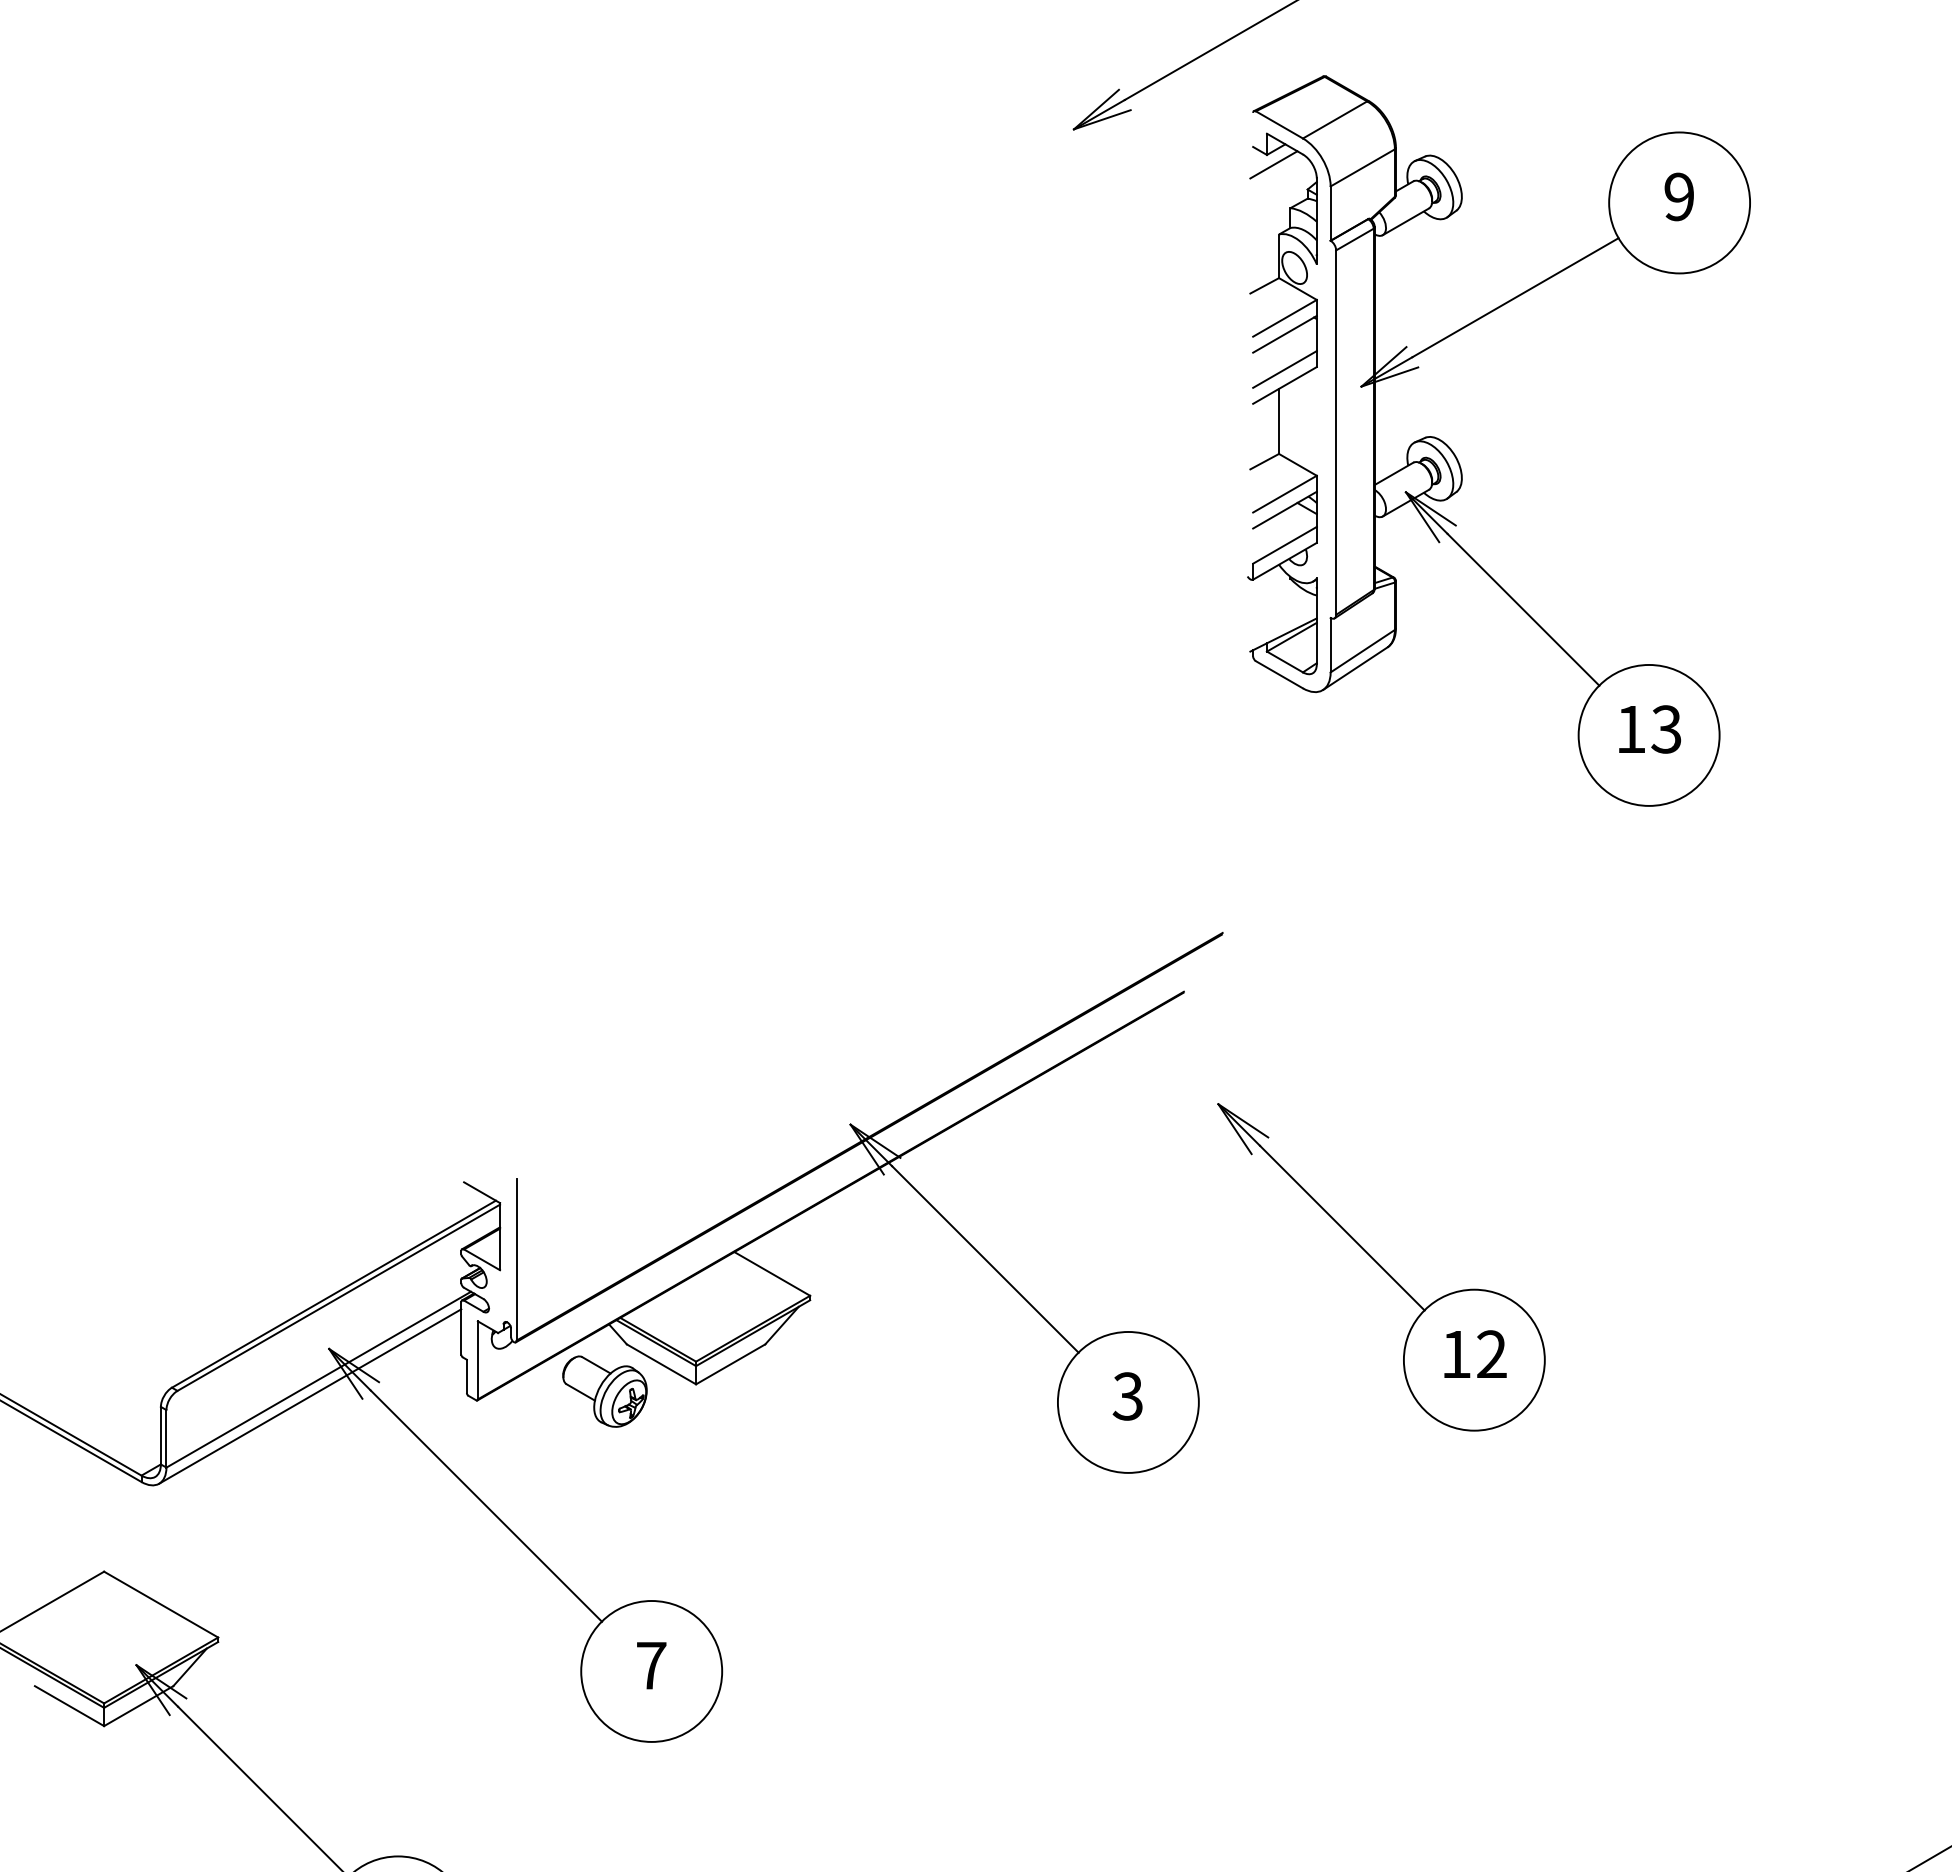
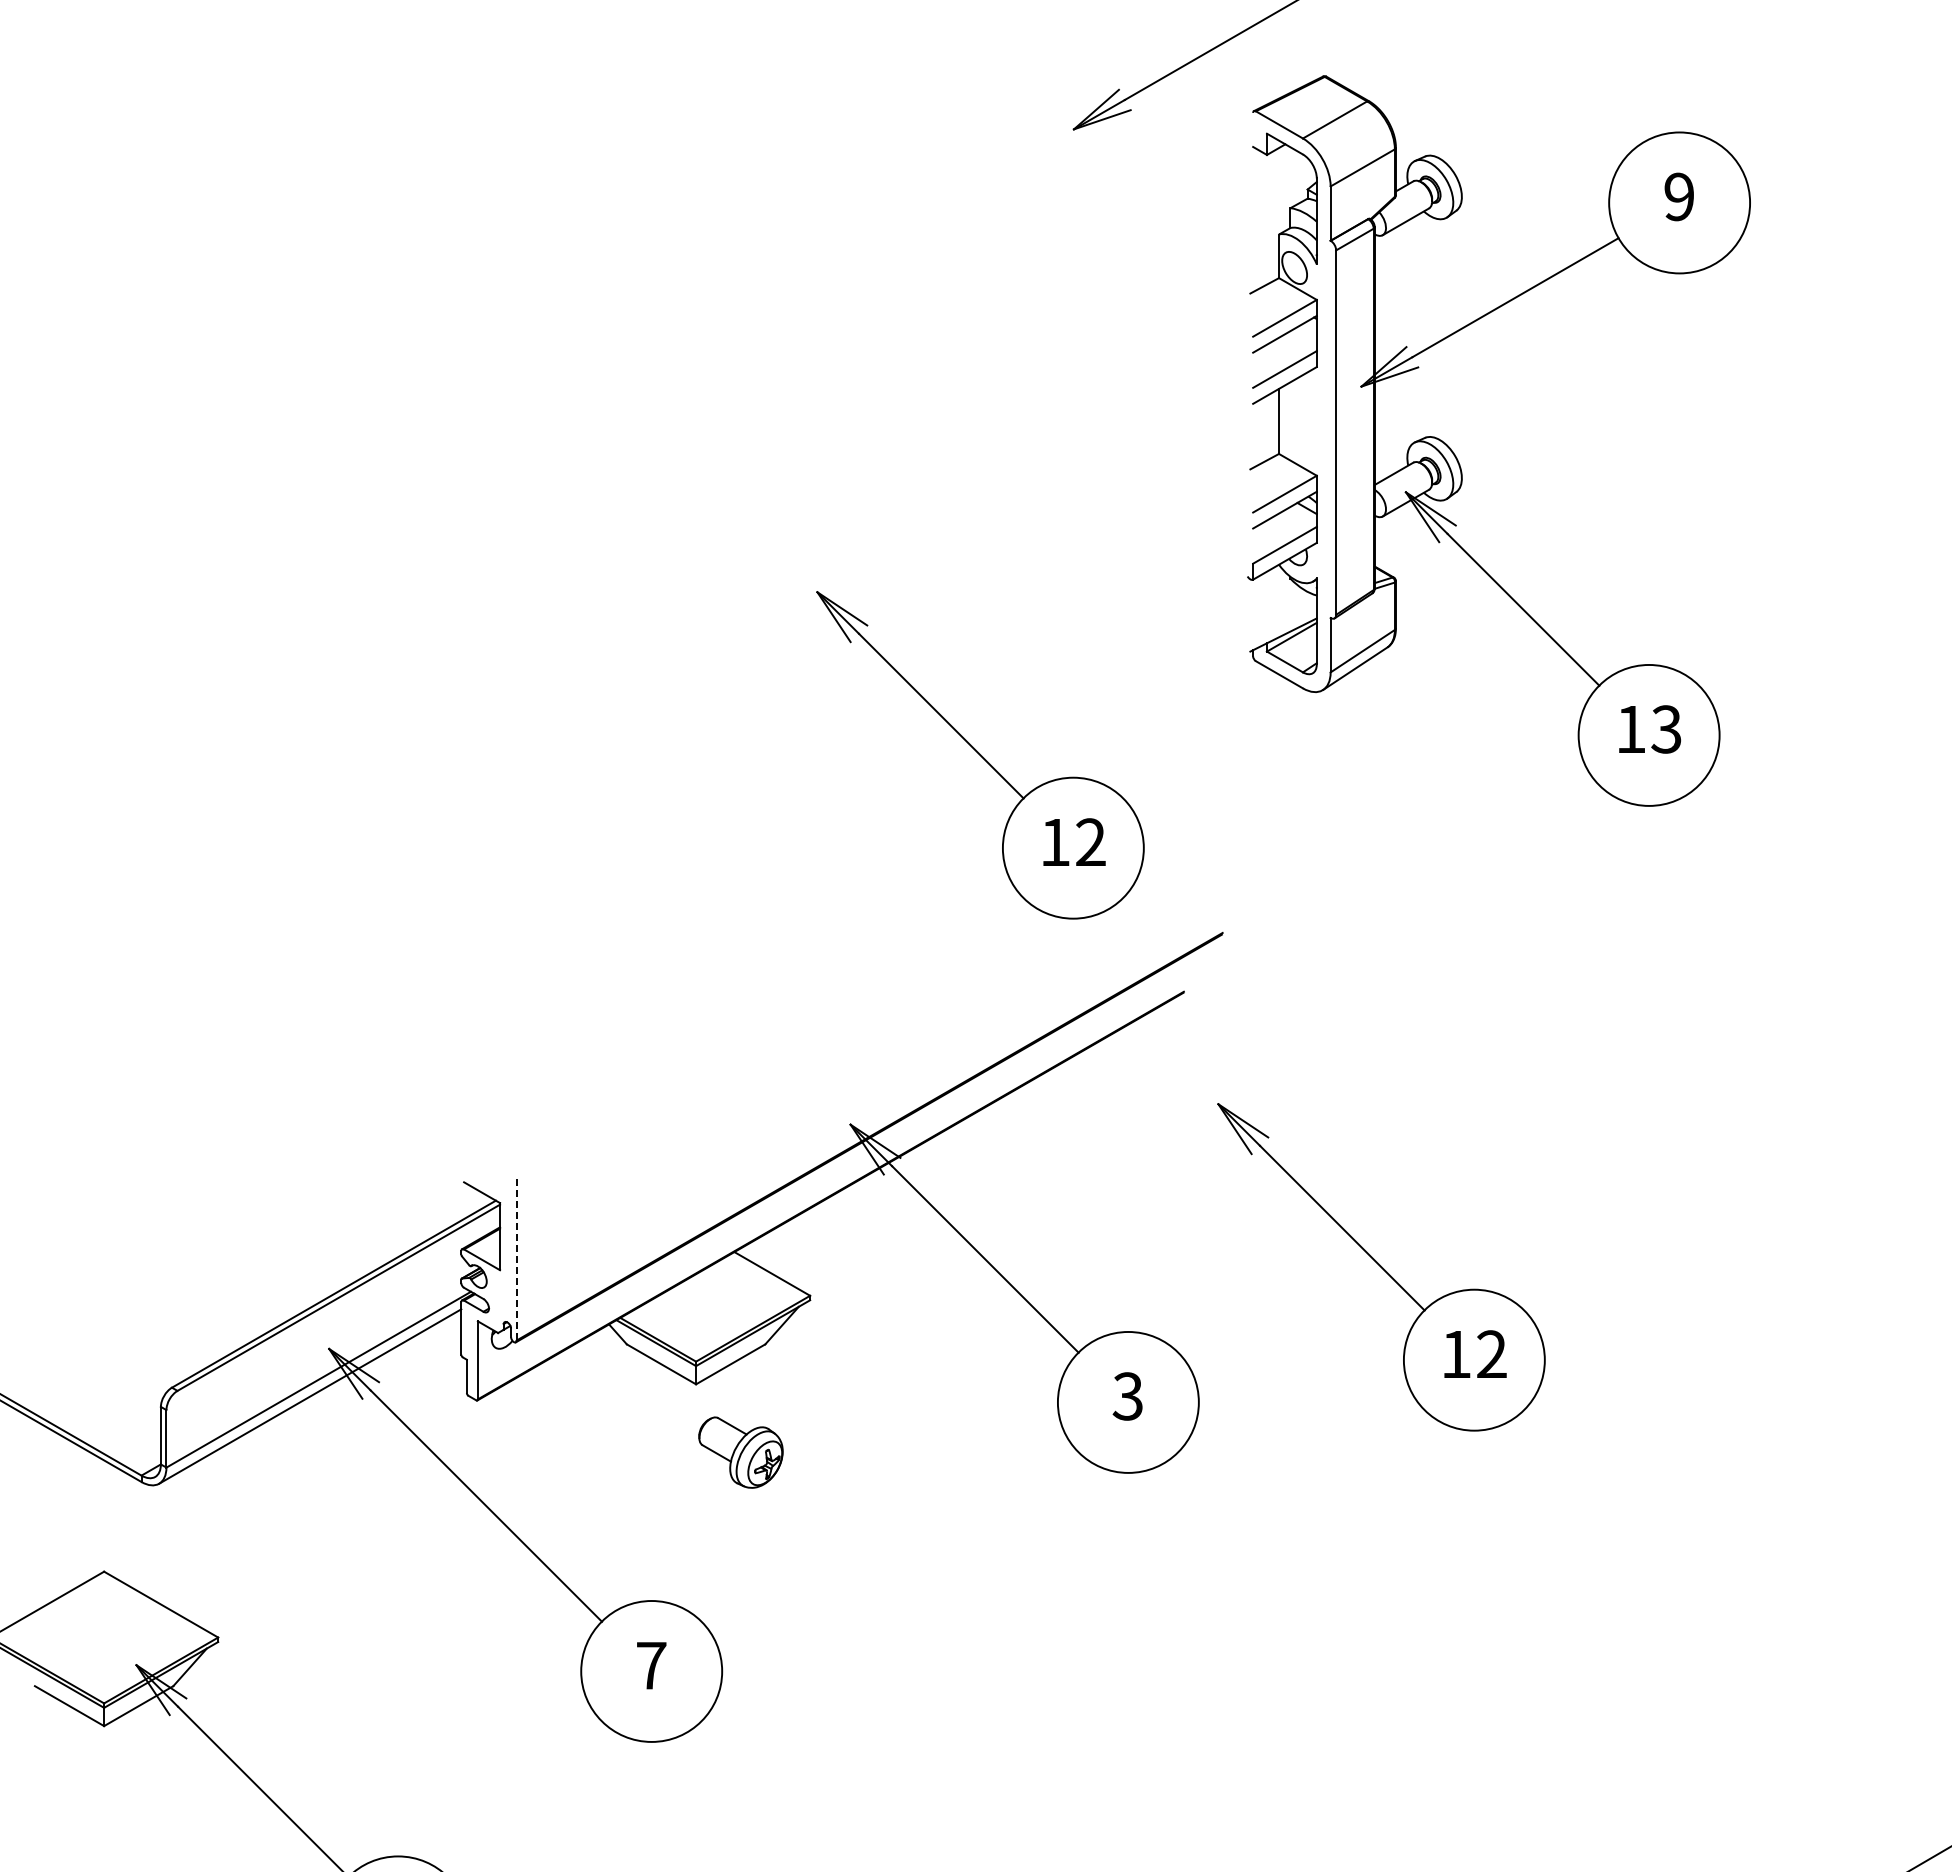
line at (1273, 164): present -> none
part at (980, 755): none -> present
line at (516, 1259): solid -> dashed
part at (604, 1391) position: (604, 1391) -> (740, 1452)
